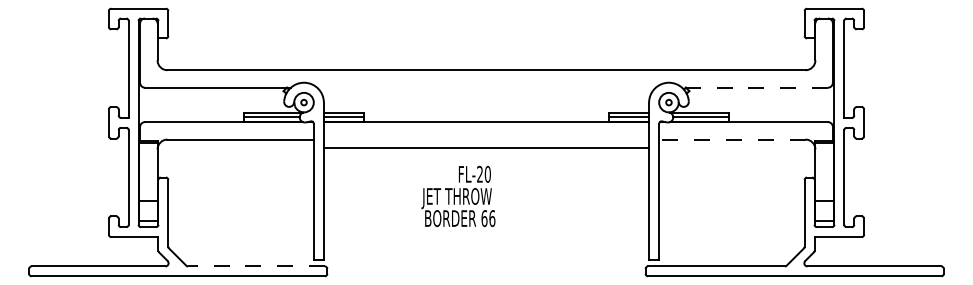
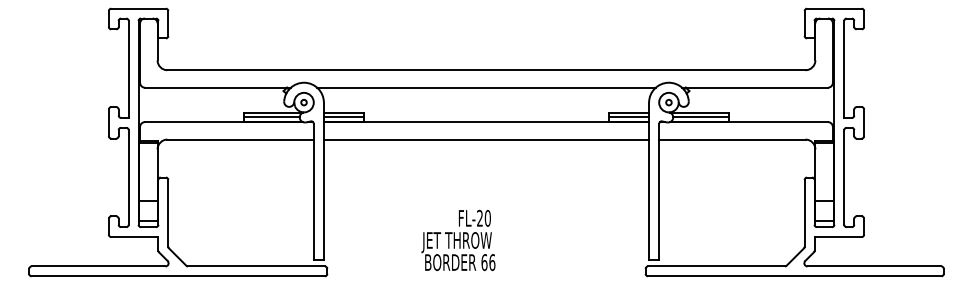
line at (486, 87): none -> present
line at (755, 87): dashed -> solid
line at (731, 139): dashed -> solid
line at (486, 147) position: (486, 147) -> (486, 139)
text at (458, 196) position: (458, 196) -> (458, 240)
line at (256, 266): dashed -> solid
